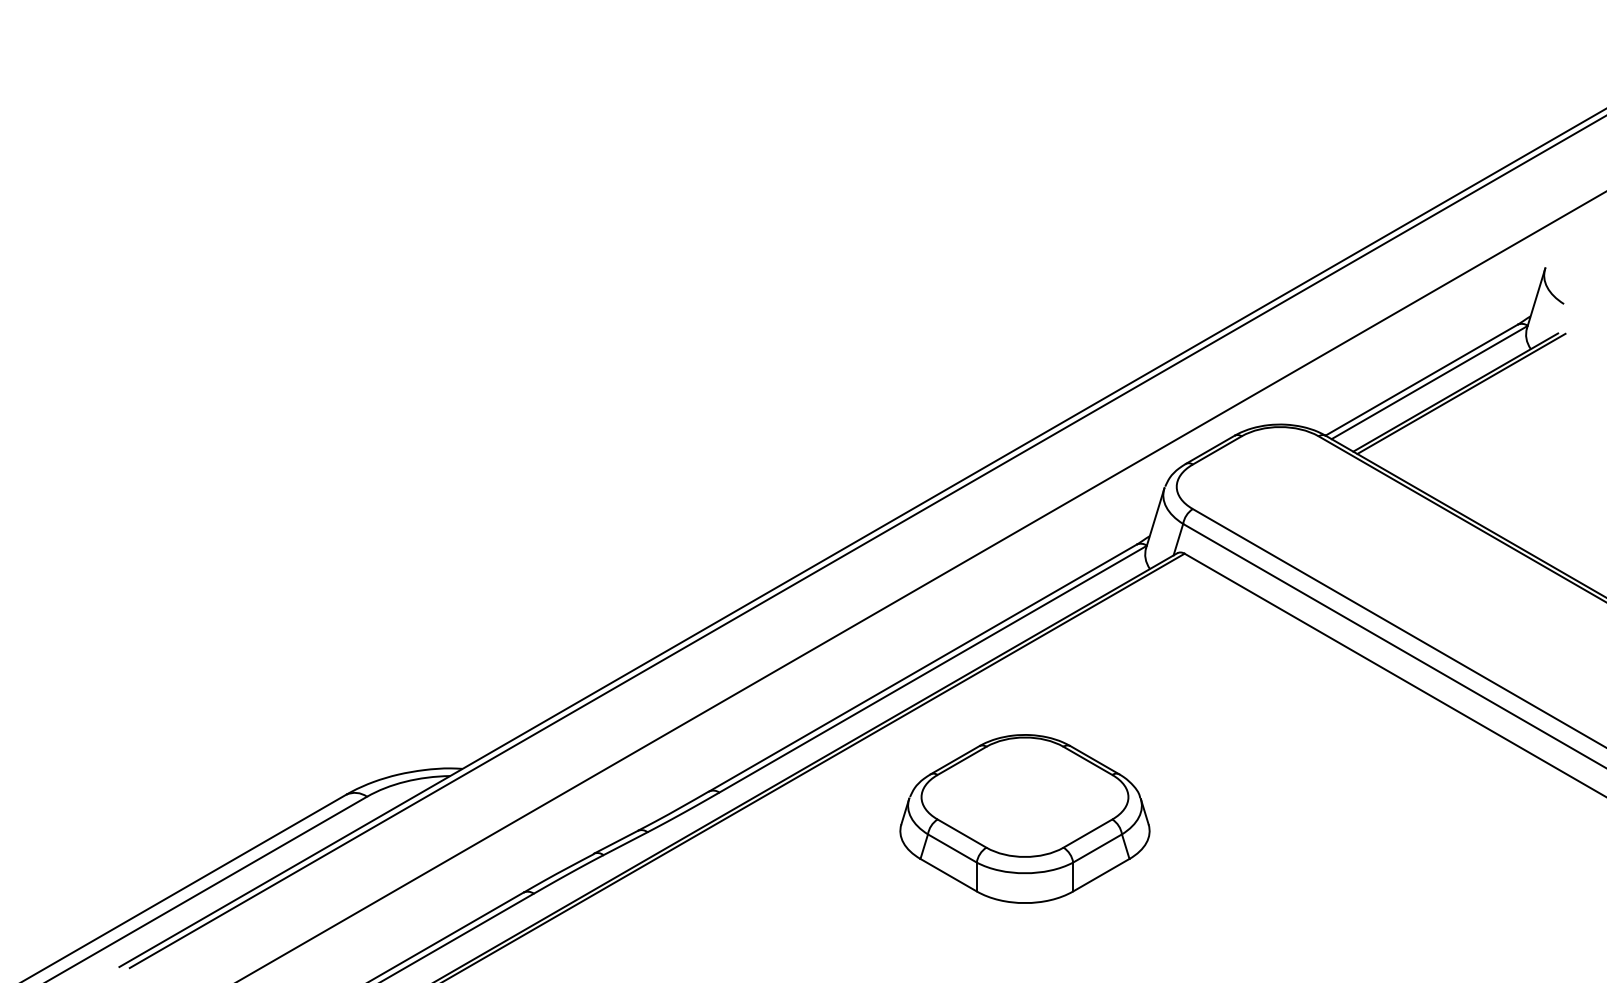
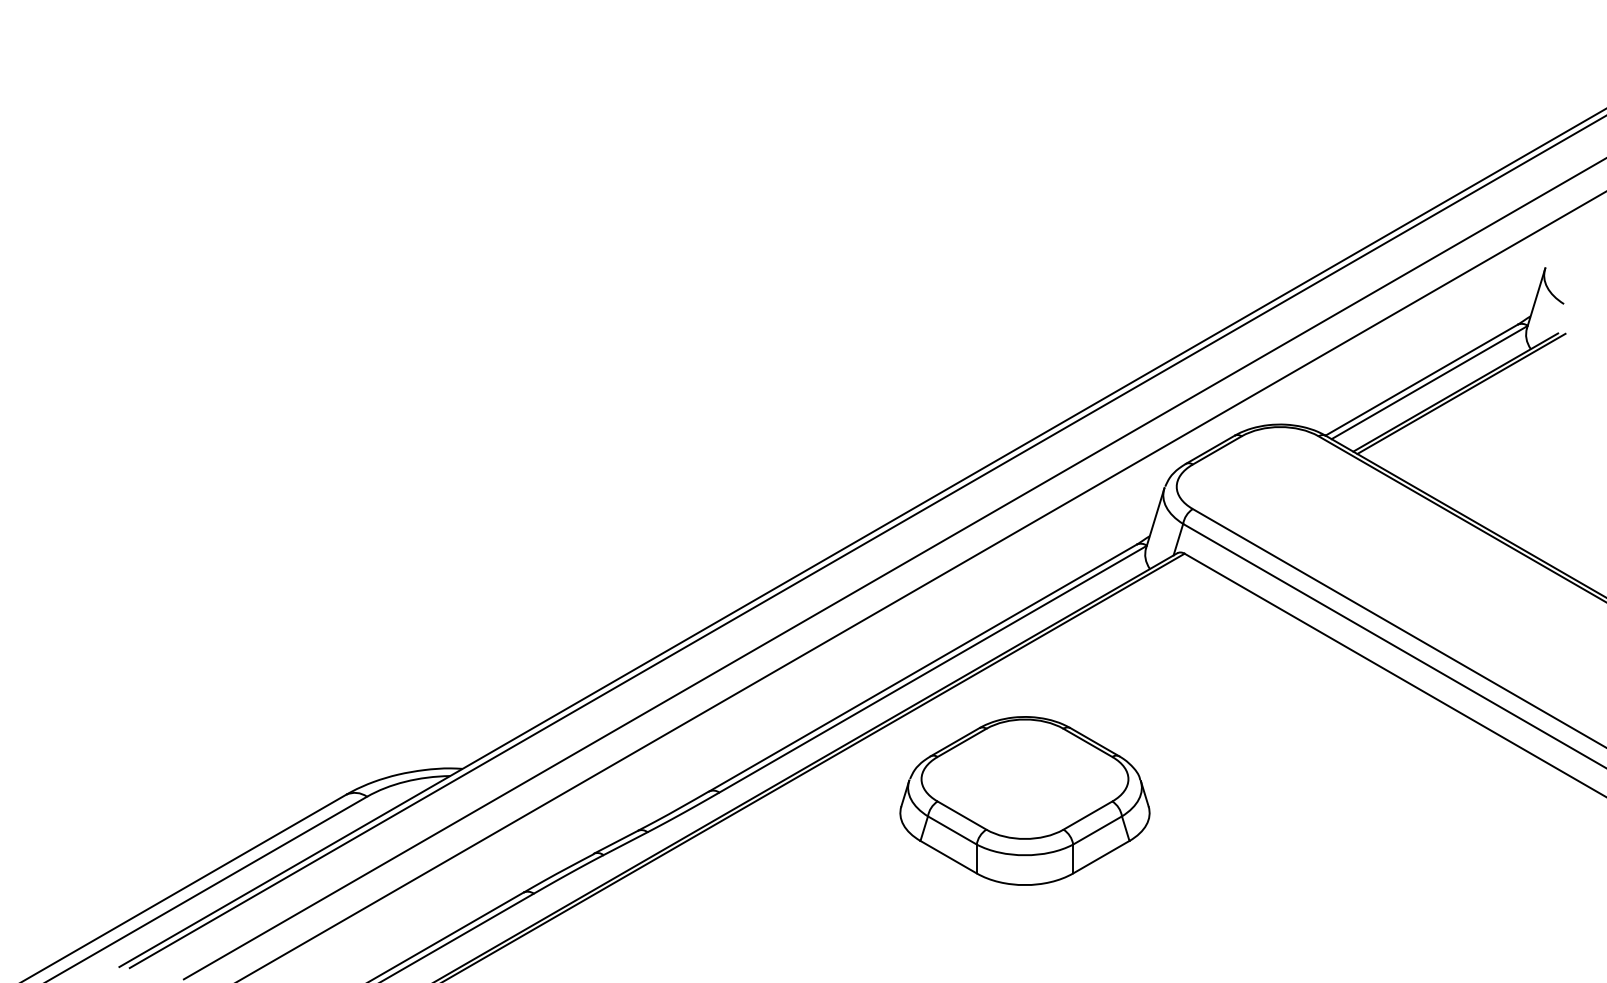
line at (893, 569): none -> present
part at (1024, 818) position: (1024, 818) -> (1024, 800)
